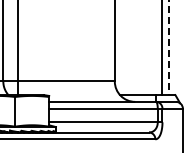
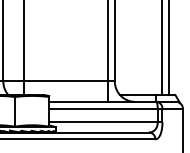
line at (17, 48) position: (17, 48) -> (23, 48)
line at (169, 48): dashed -> solid
line at (108, 51): none -> present
